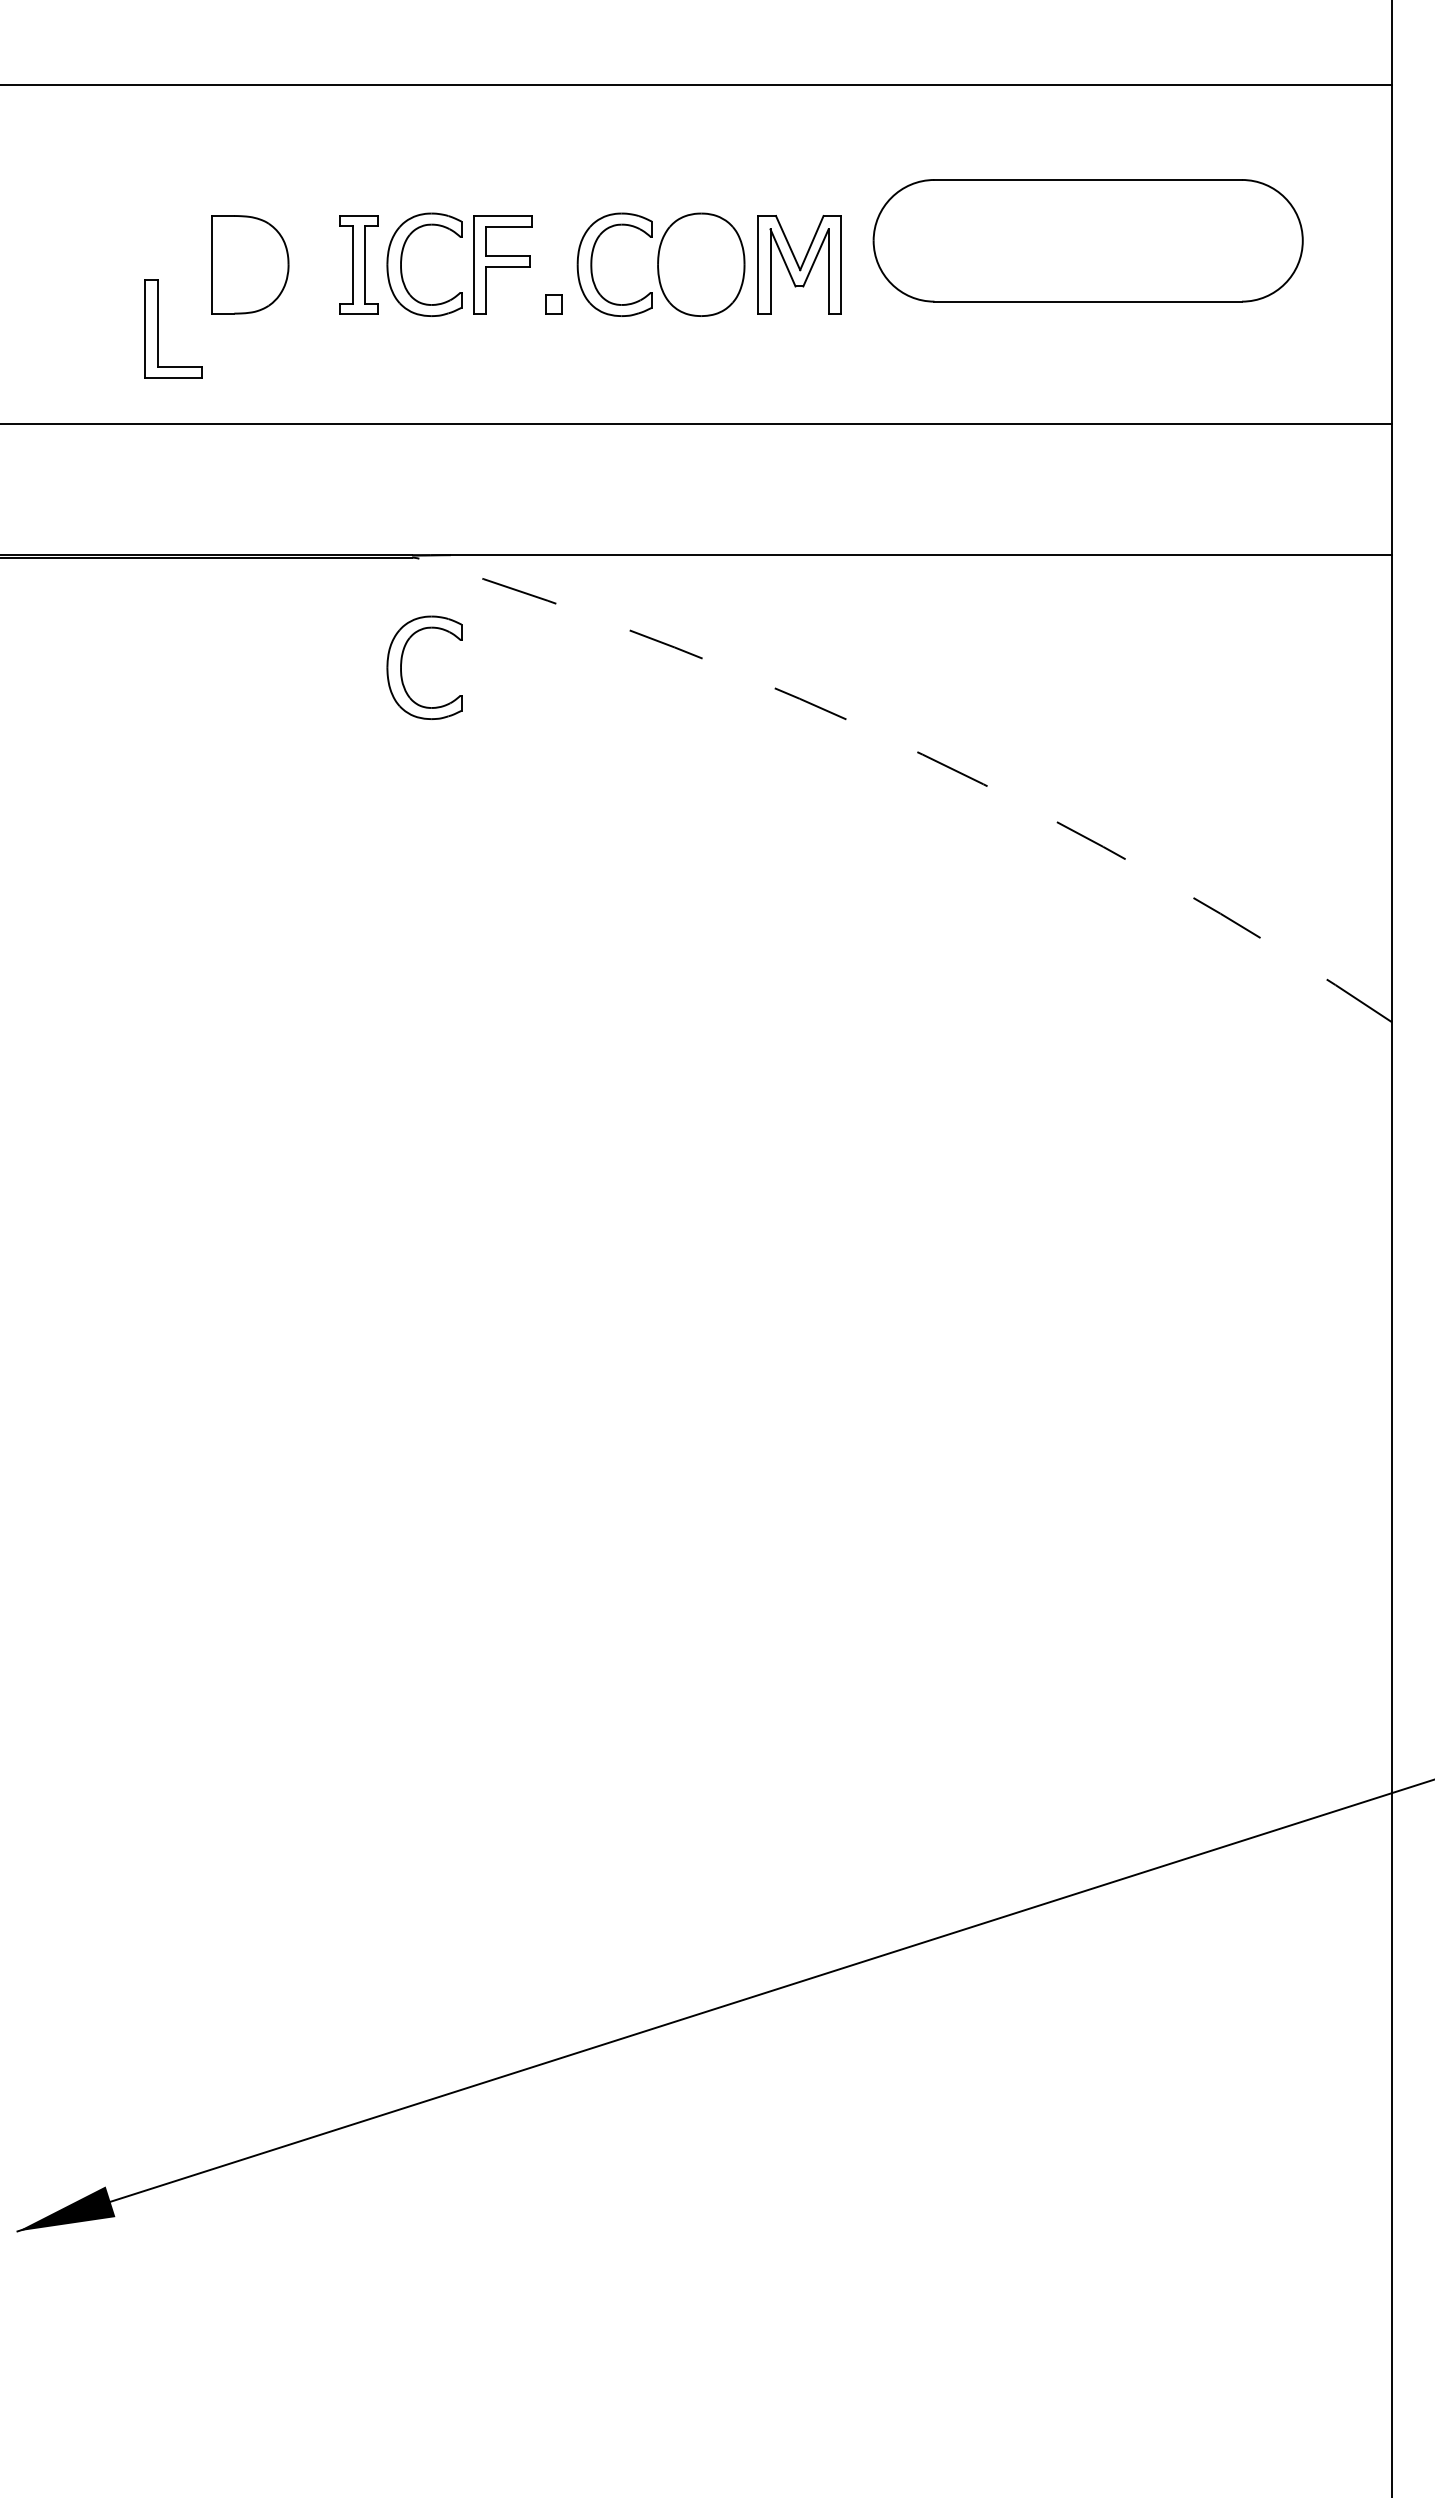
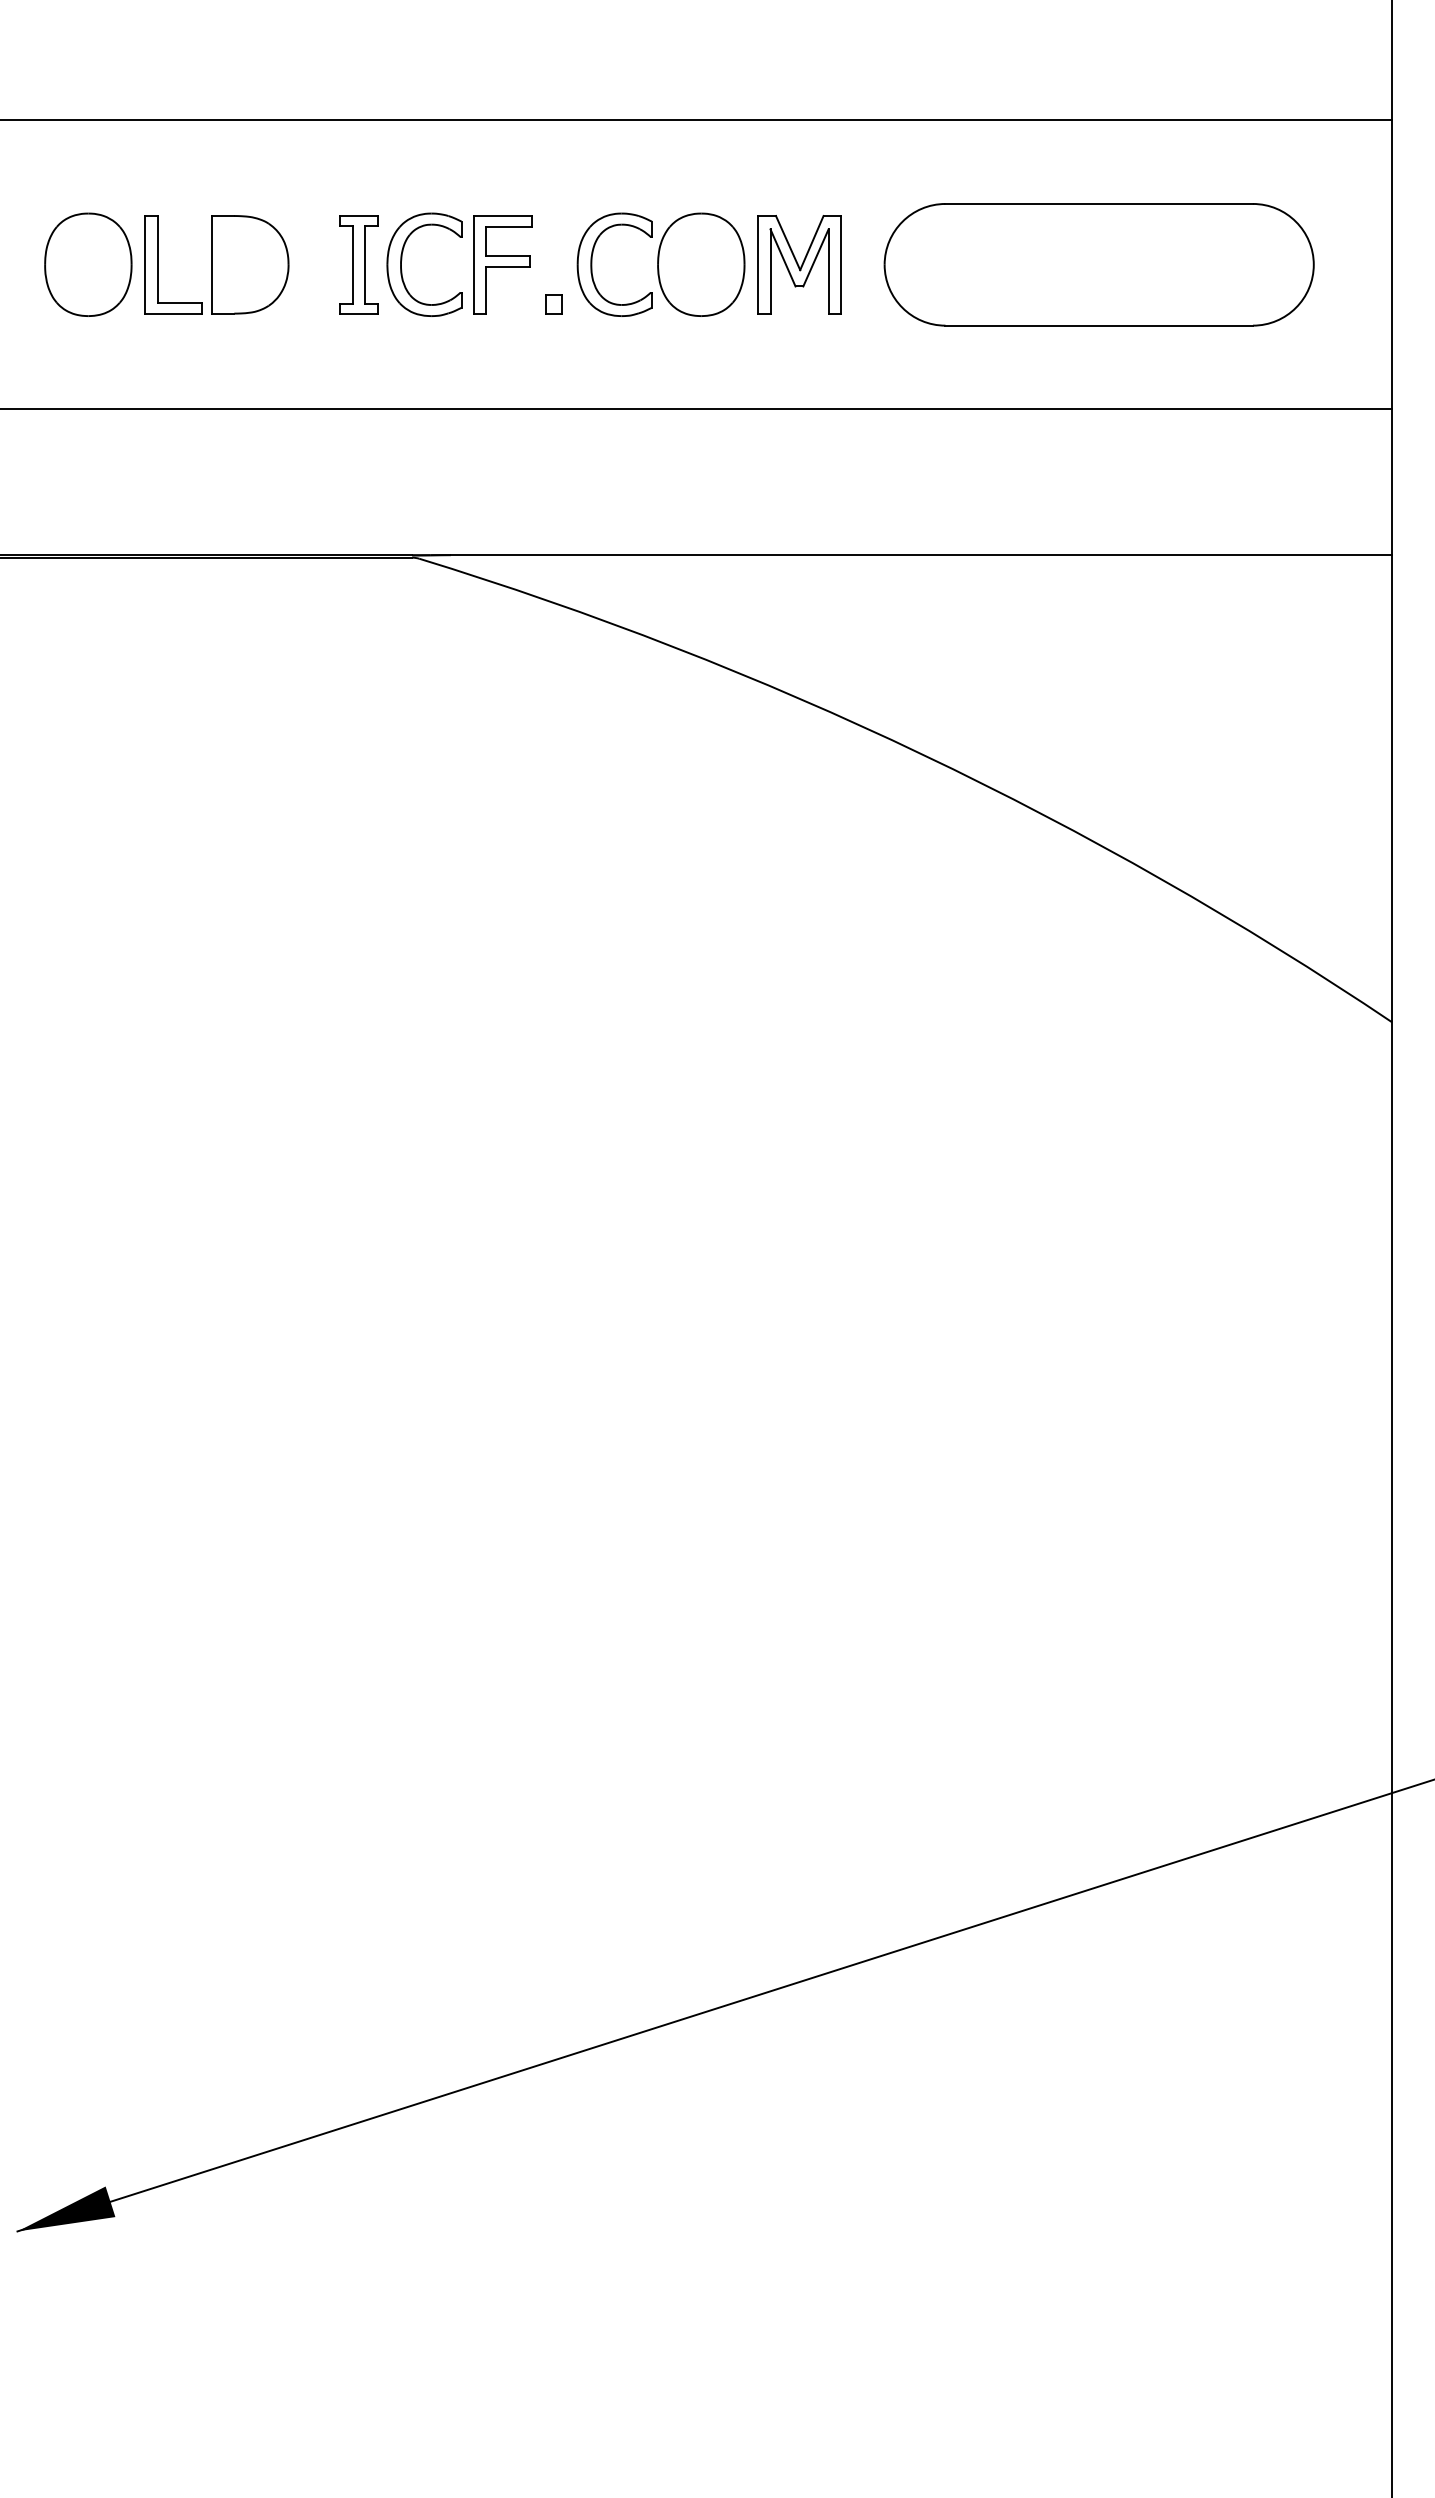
line at (697, 85) position: (697, 85) -> (697, 120)
part at (1087, 240) position: (1087, 240) -> (1098, 264)
part at (88, 264): none -> present
part at (158, 328) position: (158, 328) -> (158, 264)
line at (697, 424) position: (697, 424) -> (697, 409)
part at (402, 663): present -> none
arc at (922, 754): dashed -> solid
